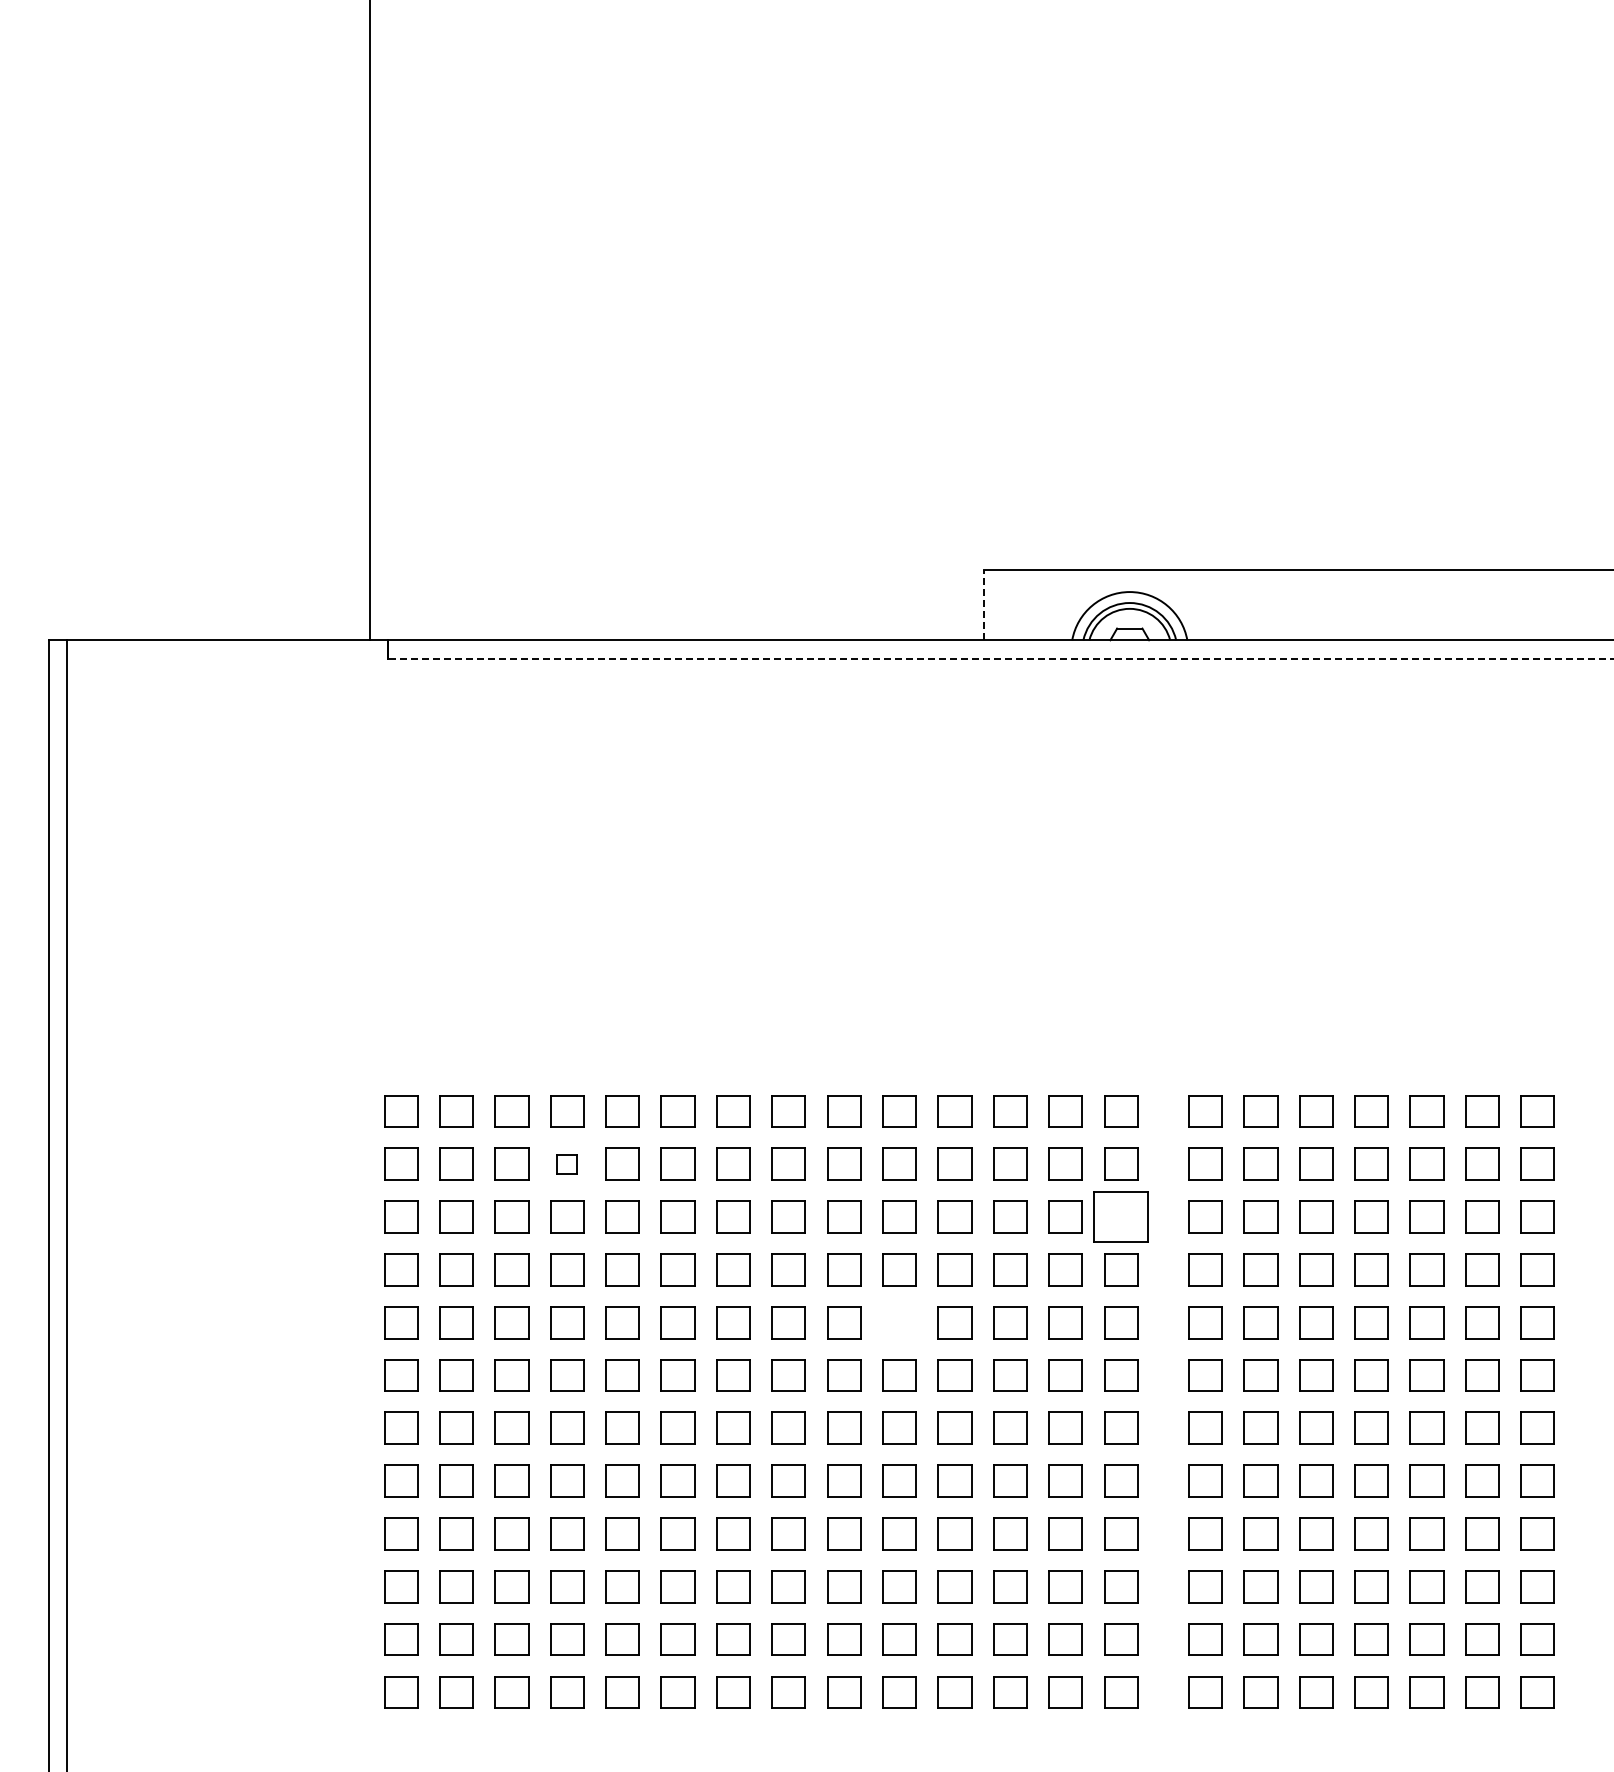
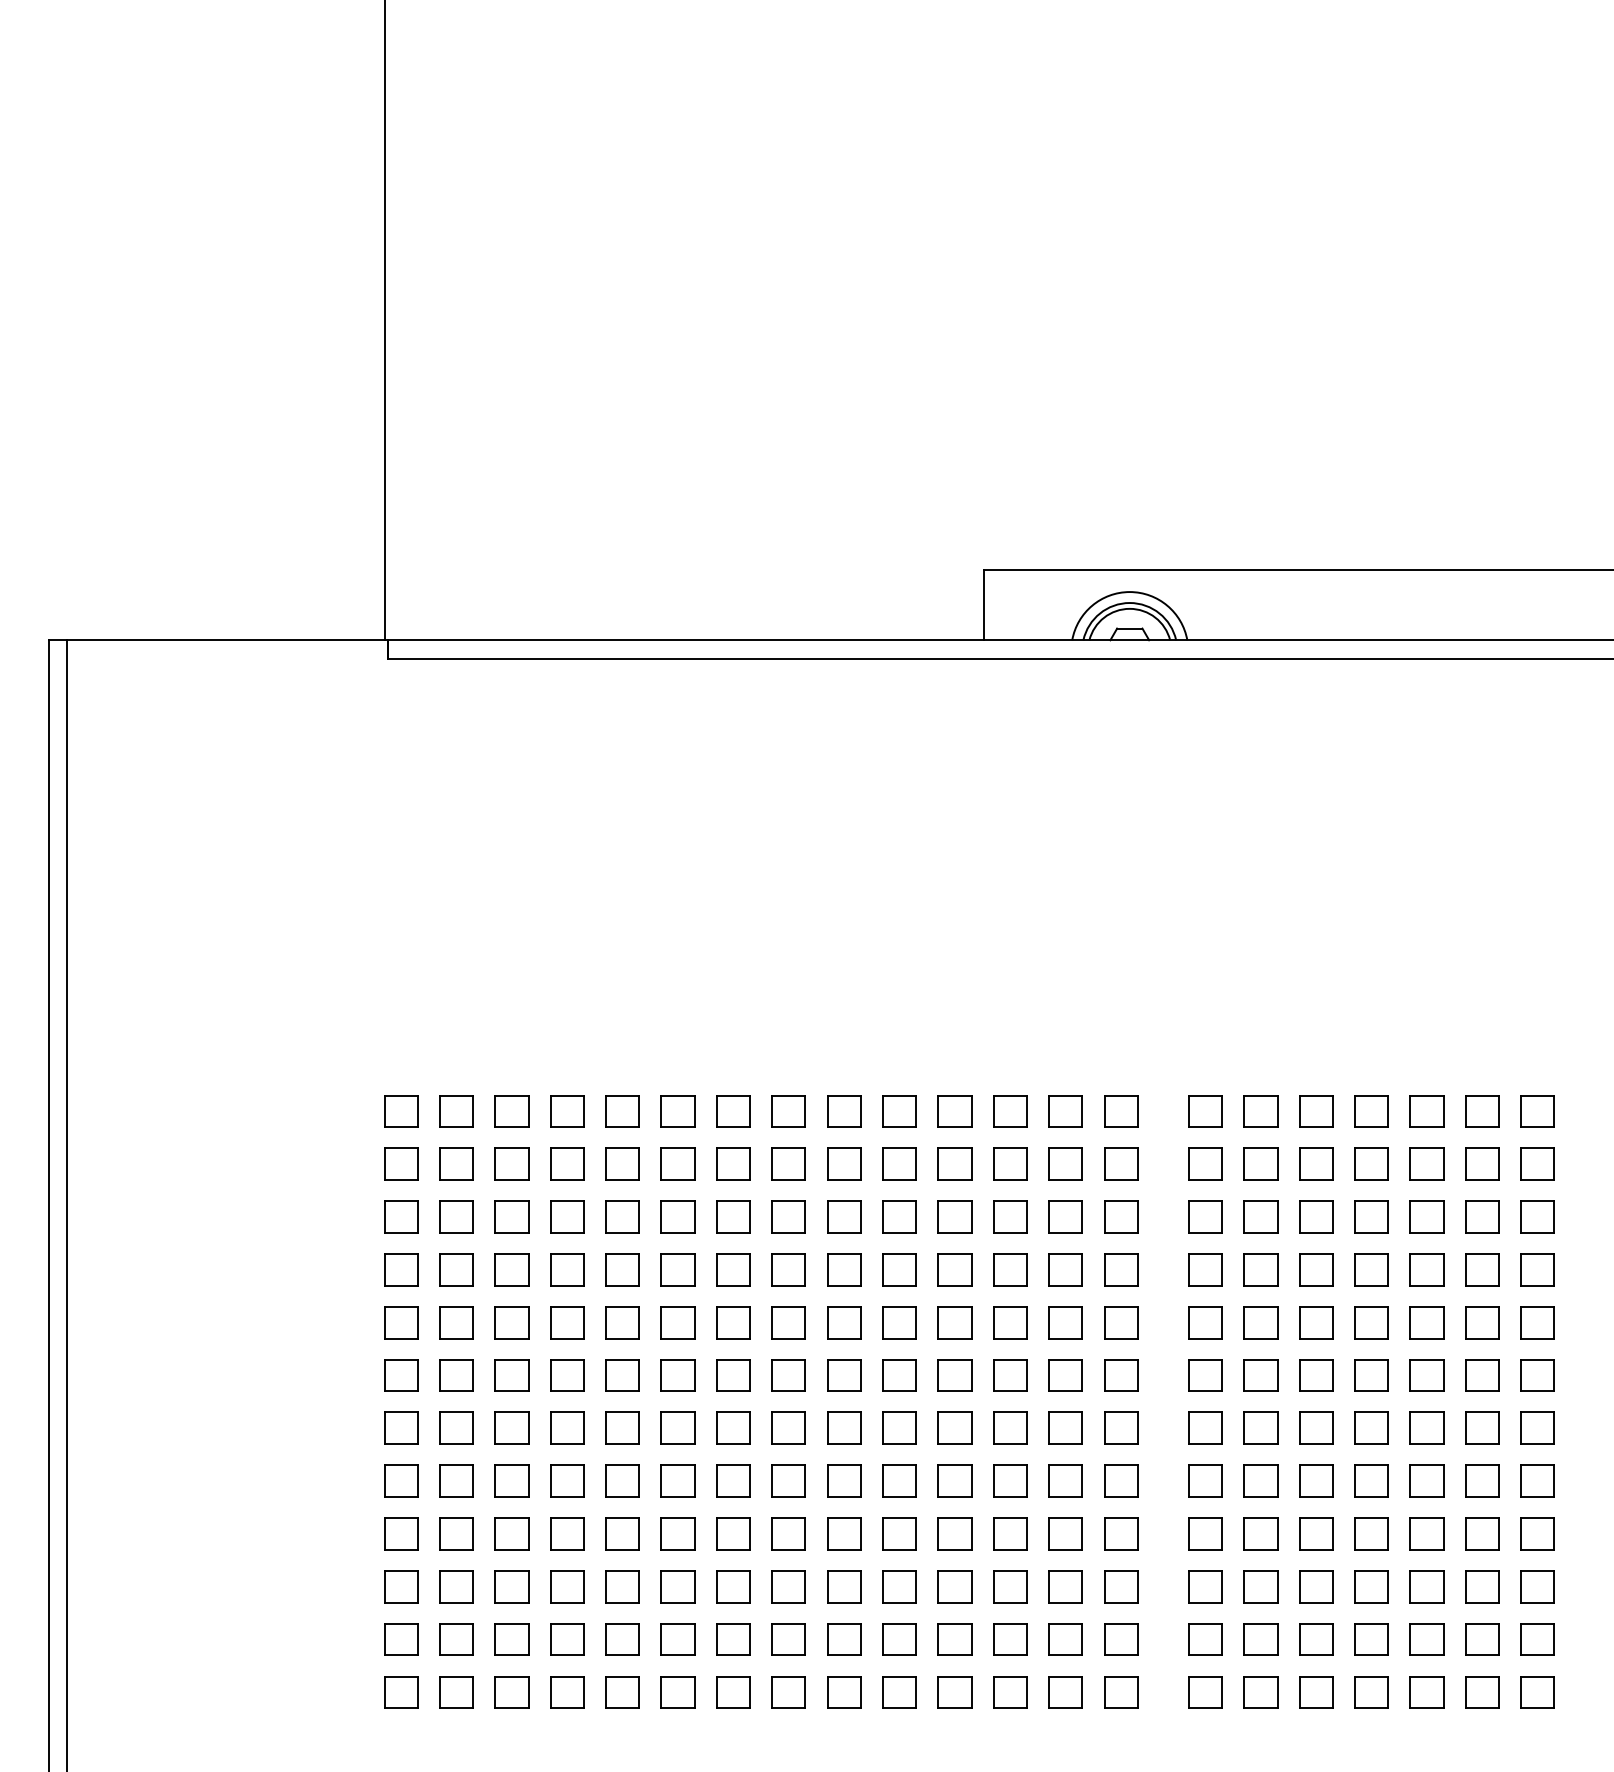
line at (370, 321) position: (370, 321) -> (385, 321)
line at (983, 604): dashed -> solid
line at (1001, 658): dashed -> solid
part at (566, 1164) size: 22x21 px -> 35x34 px
part at (1120, 1216) size: 56x52 px -> 35x34 px
part at (899, 1322): none -> present
